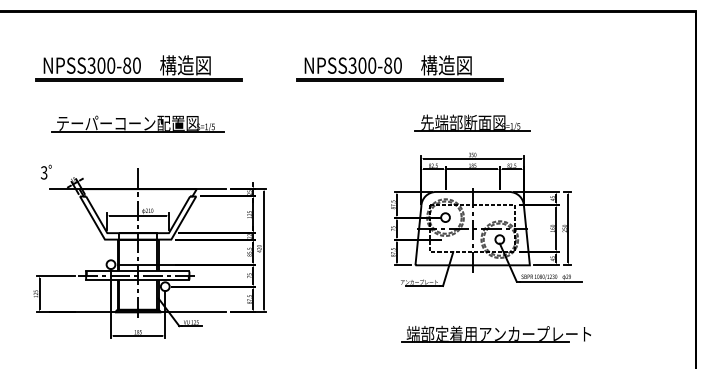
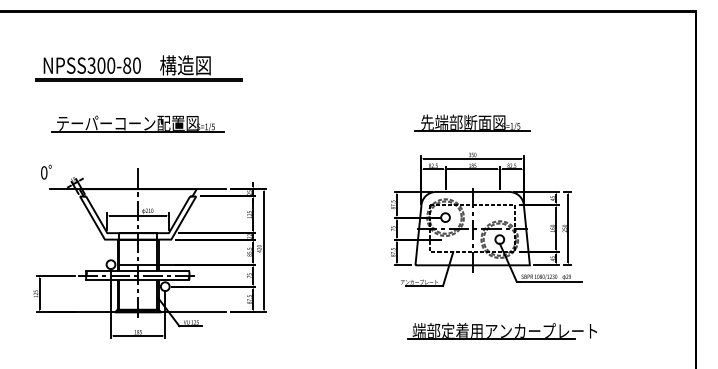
part at (399, 68): present -> none
text at (44, 172): 3 -> 0
part at (495, 333) position: (495, 333) -> (501, 330)
